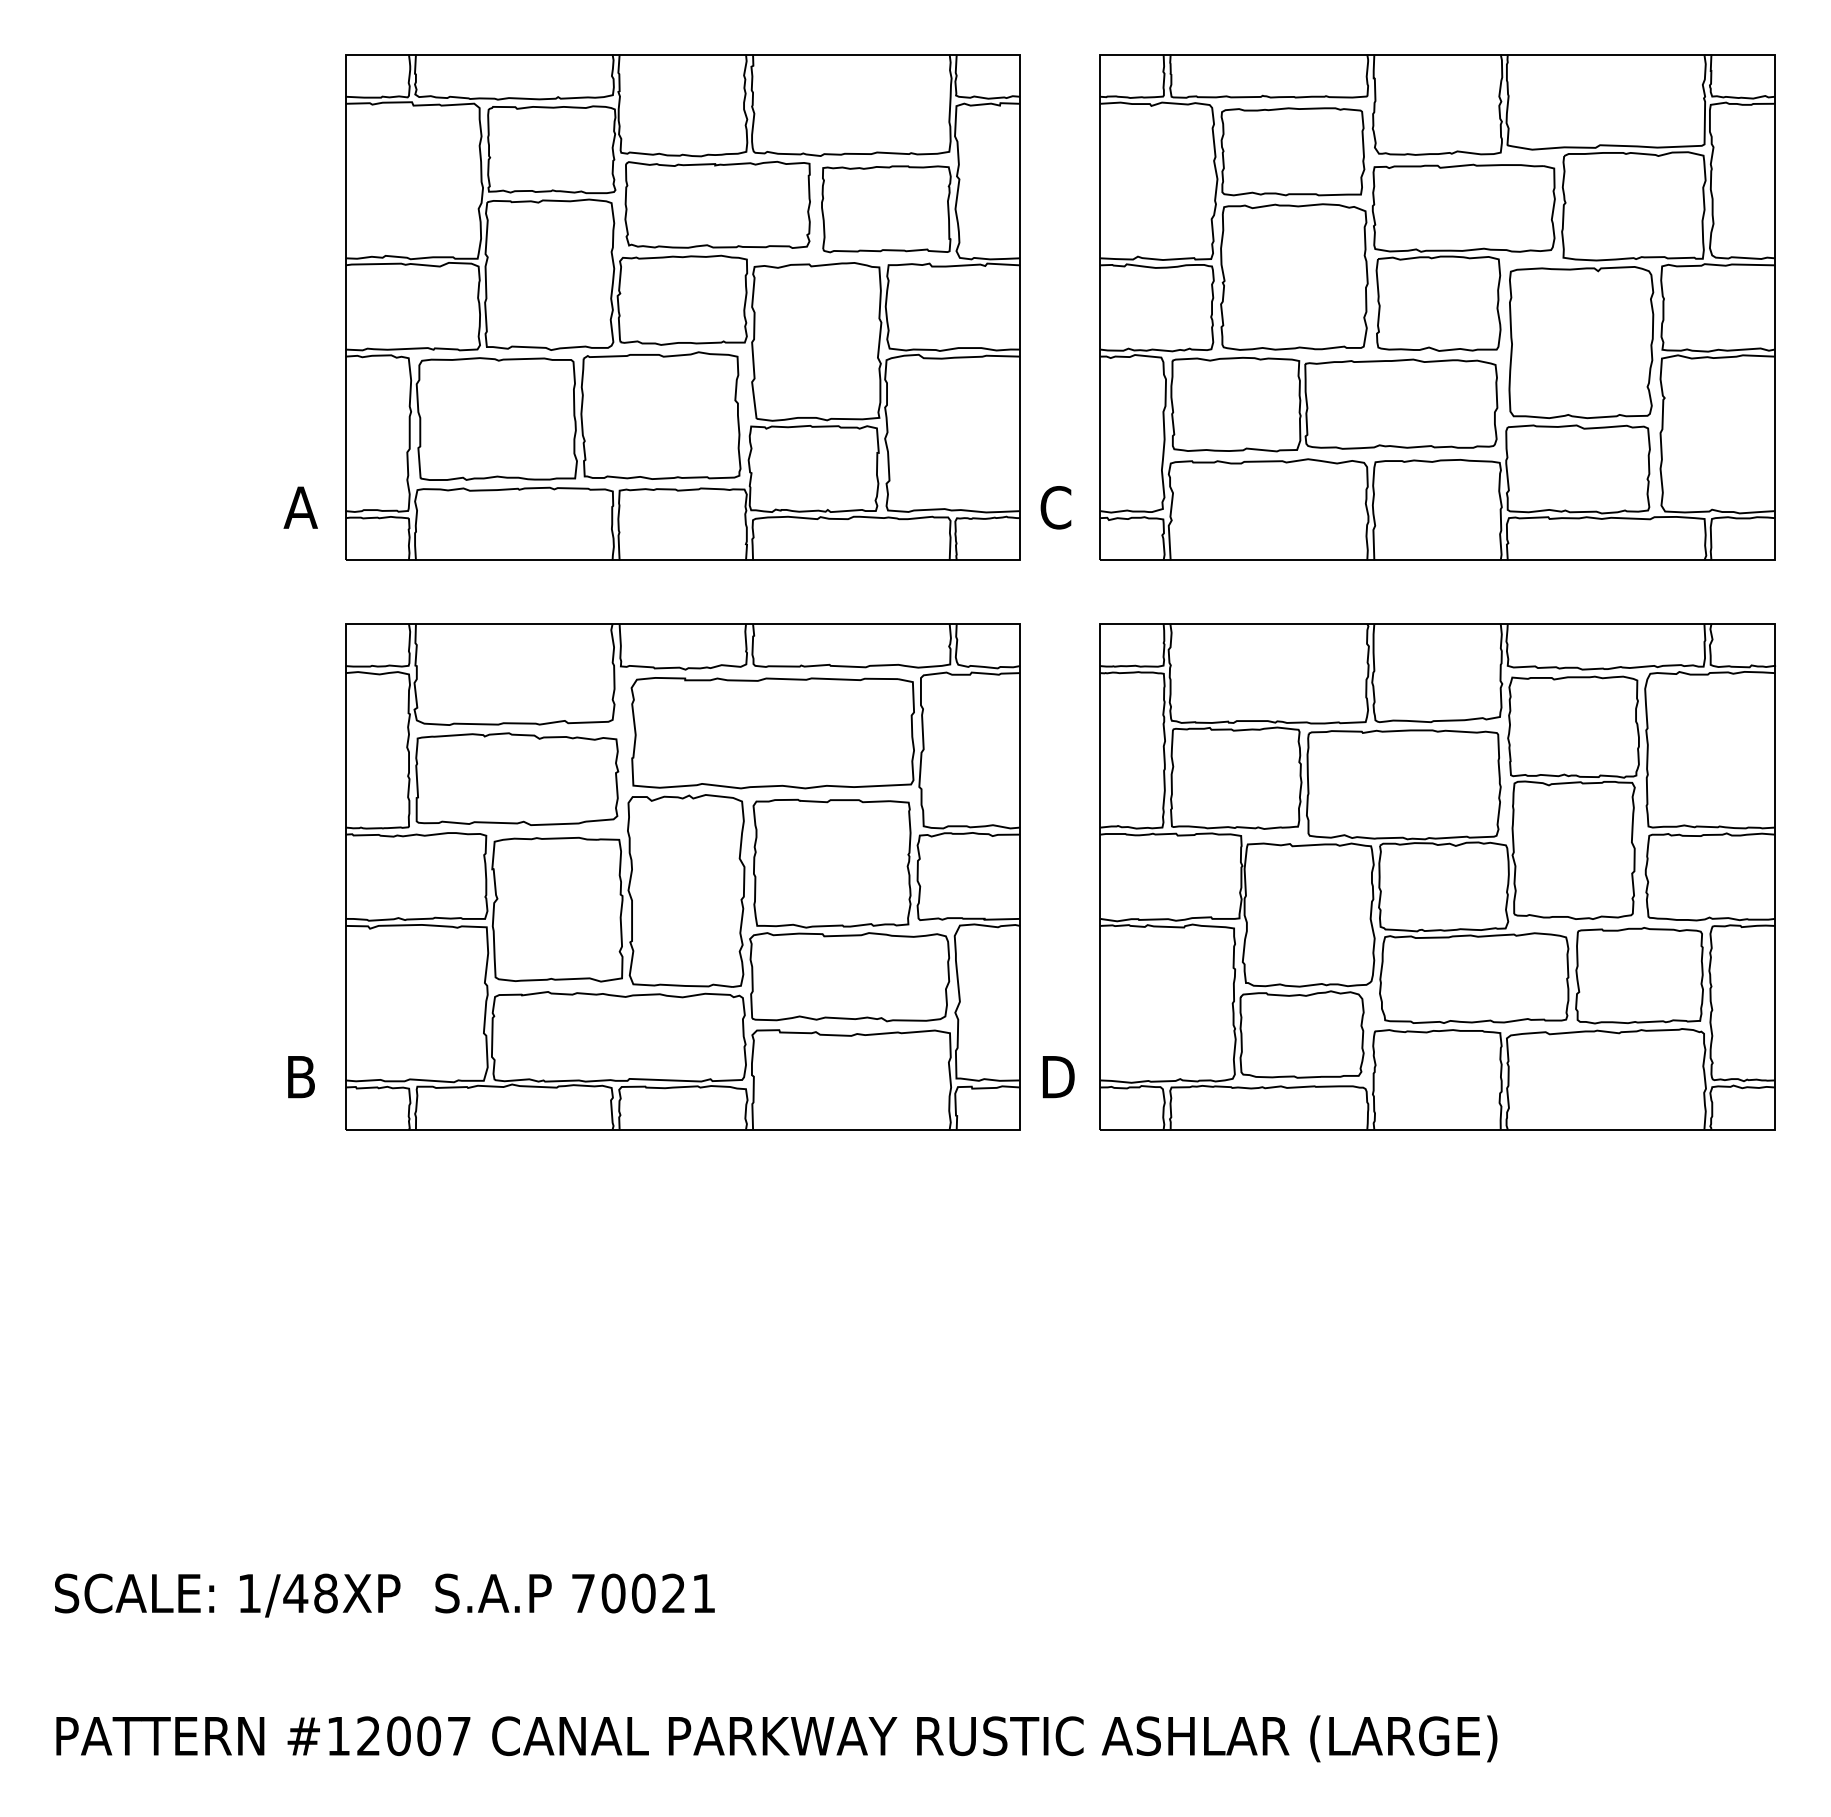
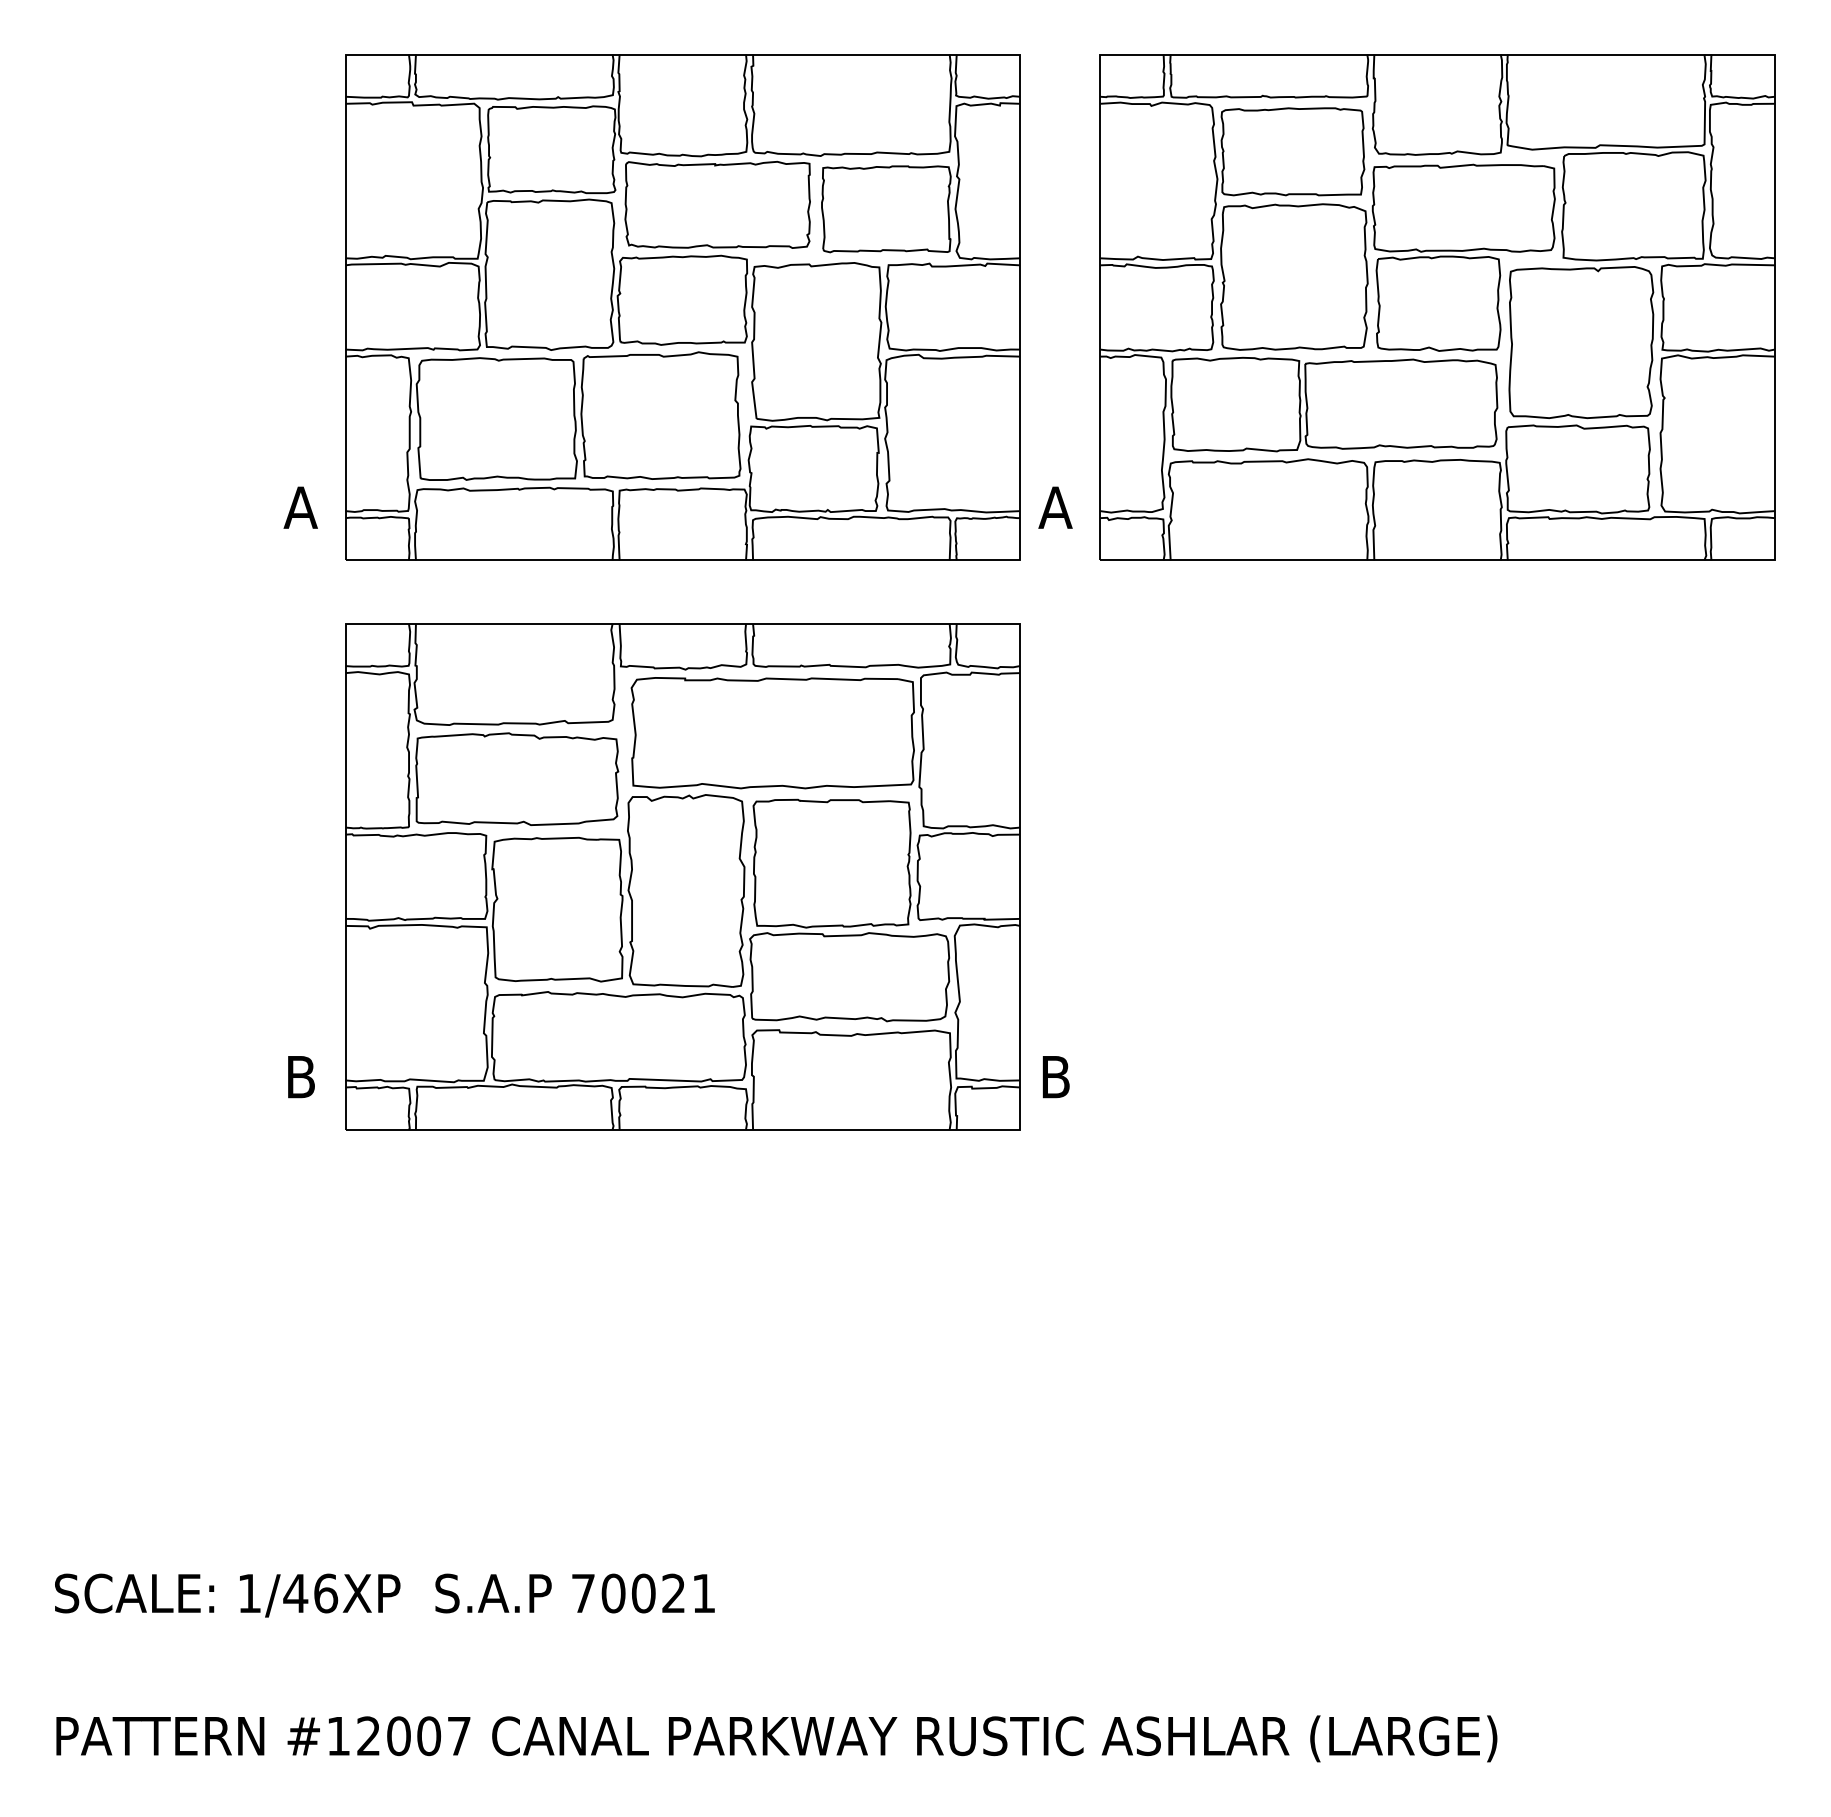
text at (1055, 507): C -> A
part at (1437, 876): present -> none
text at (1061, 1077): D -> B
text at (326, 1593): 1/48XP -> 1/46XP
